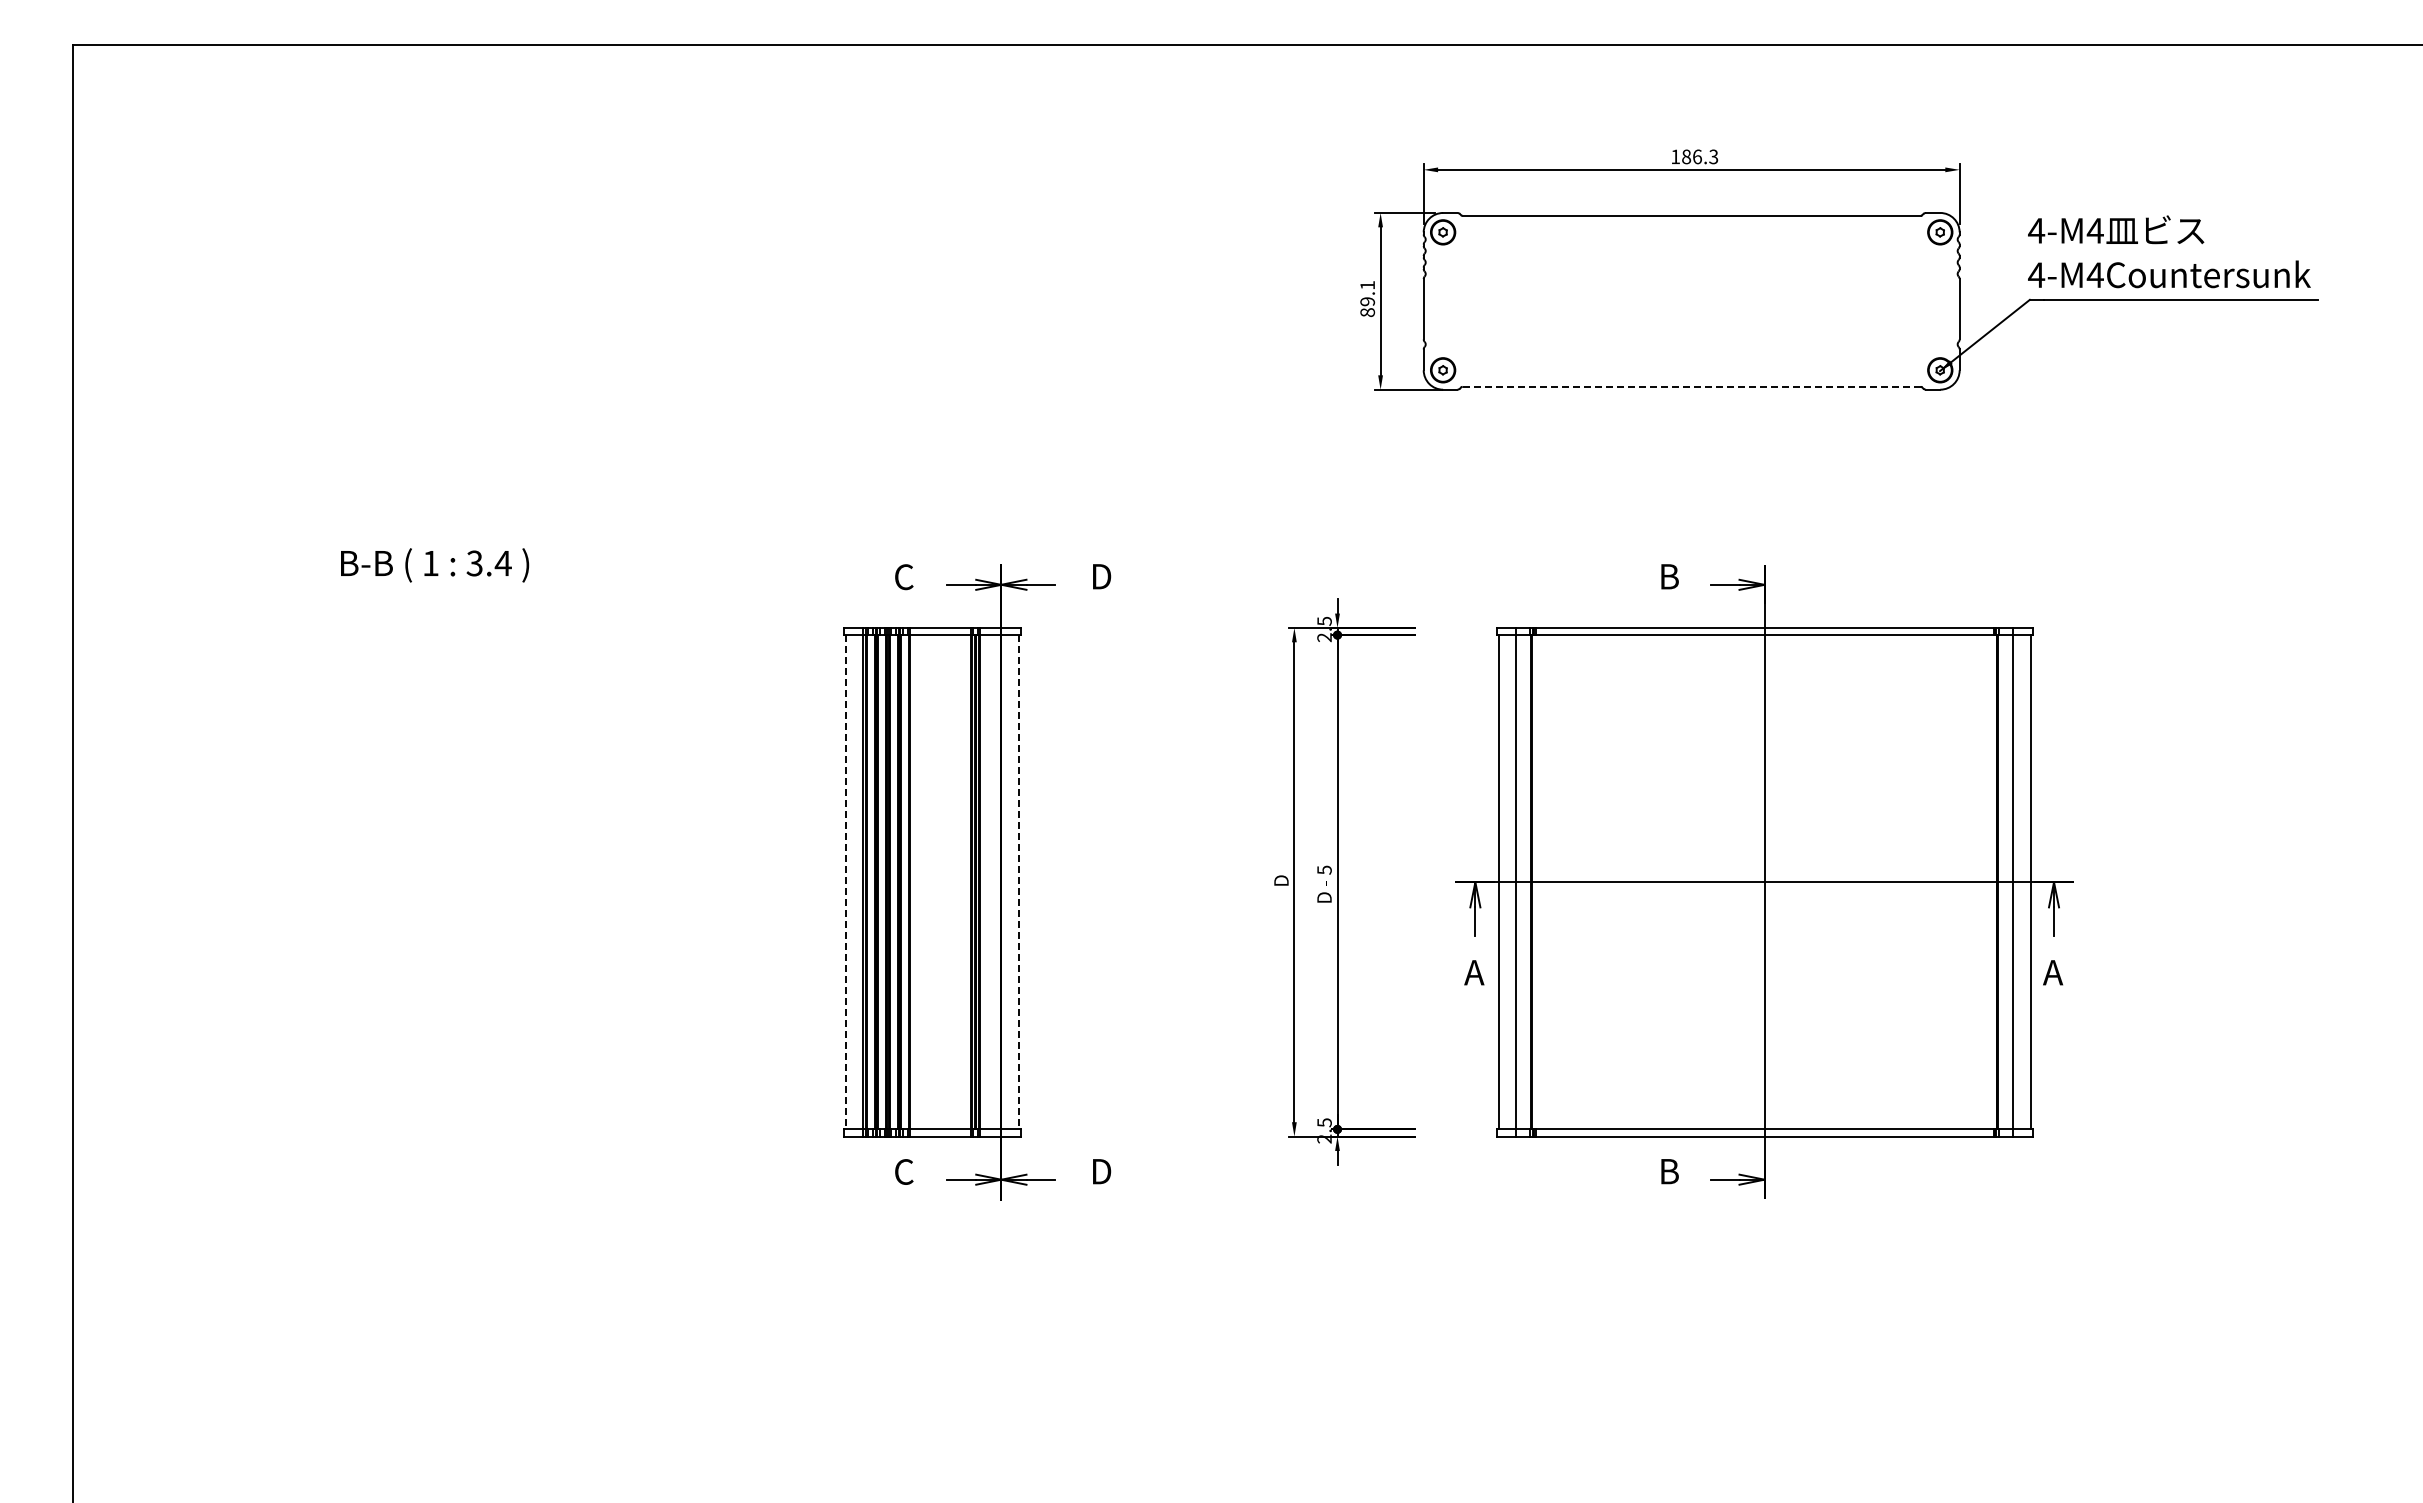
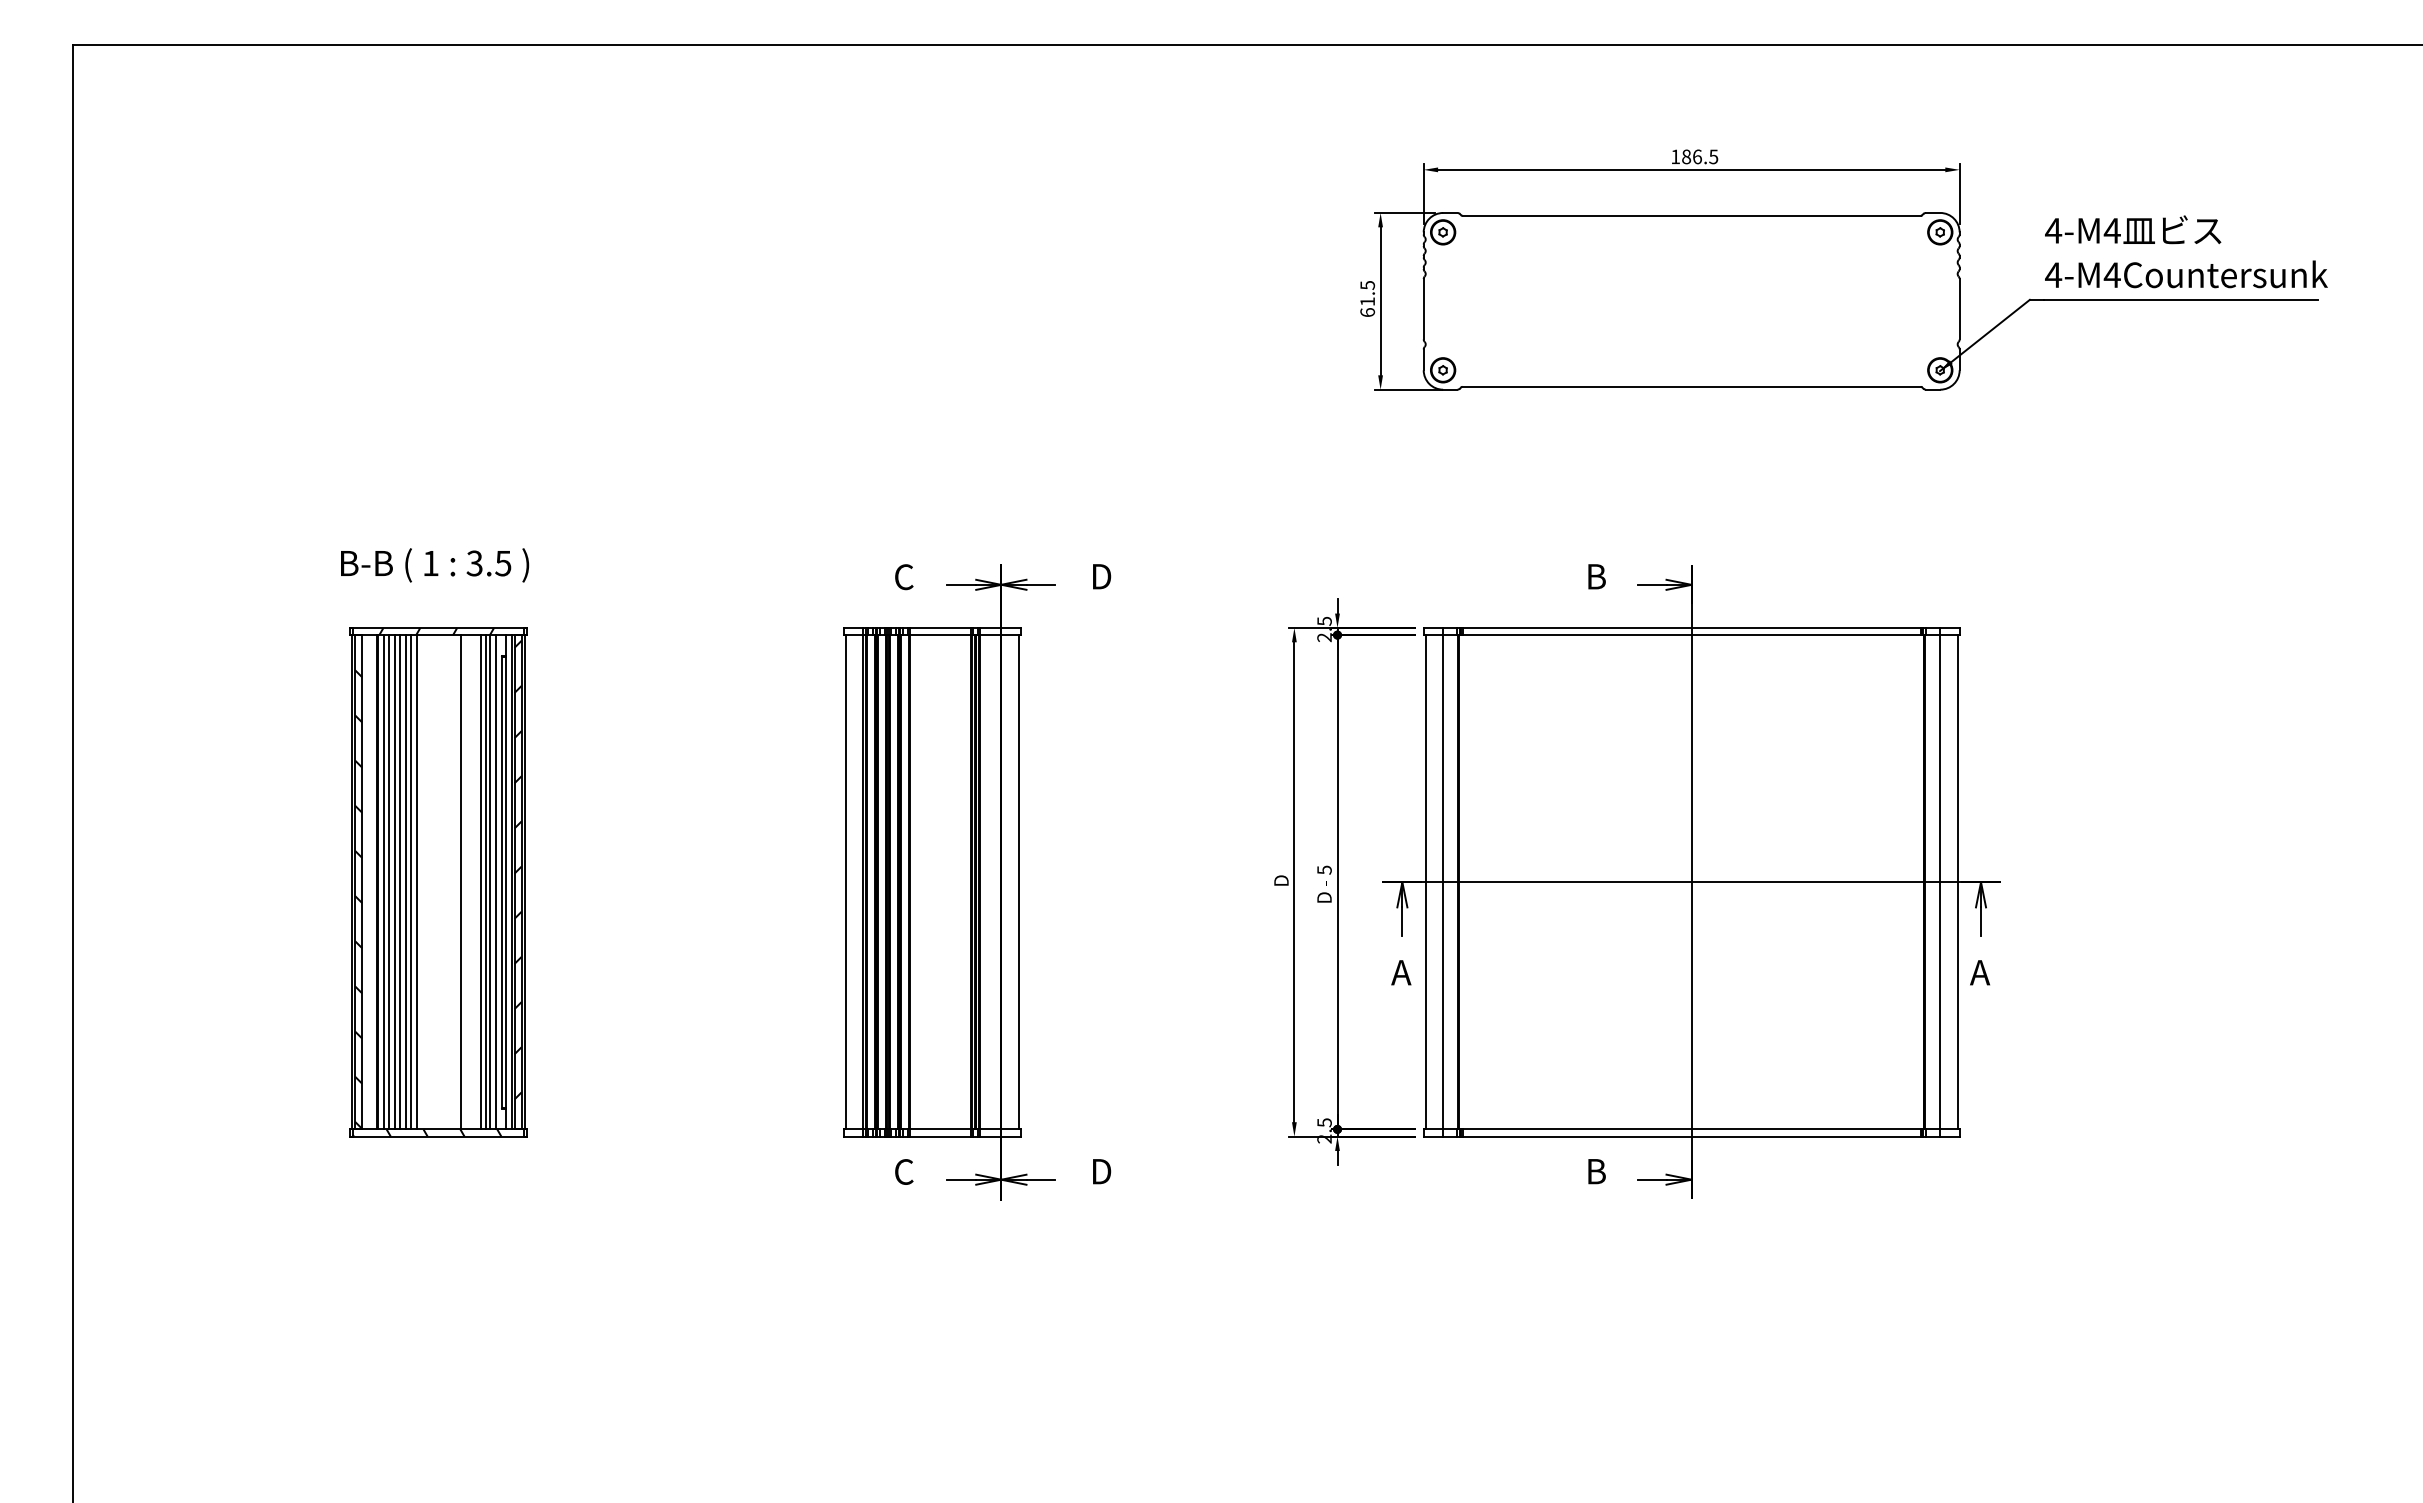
text at (1713, 156): 186.3 -> 186.5
text at (2169, 251) position: (2169, 251) -> (2186, 251)
text at (1367, 299): 89.1 -> 61.5
line at (1692, 386): dashed -> solid
text at (502, 563): 3.4 -> 3.5
part at (1764, 881) position: (1764, 881) -> (1691, 881)
part at (438, 882): none -> present
line at (846, 882): dashed -> solid
line at (1018, 882): dashed -> solid
